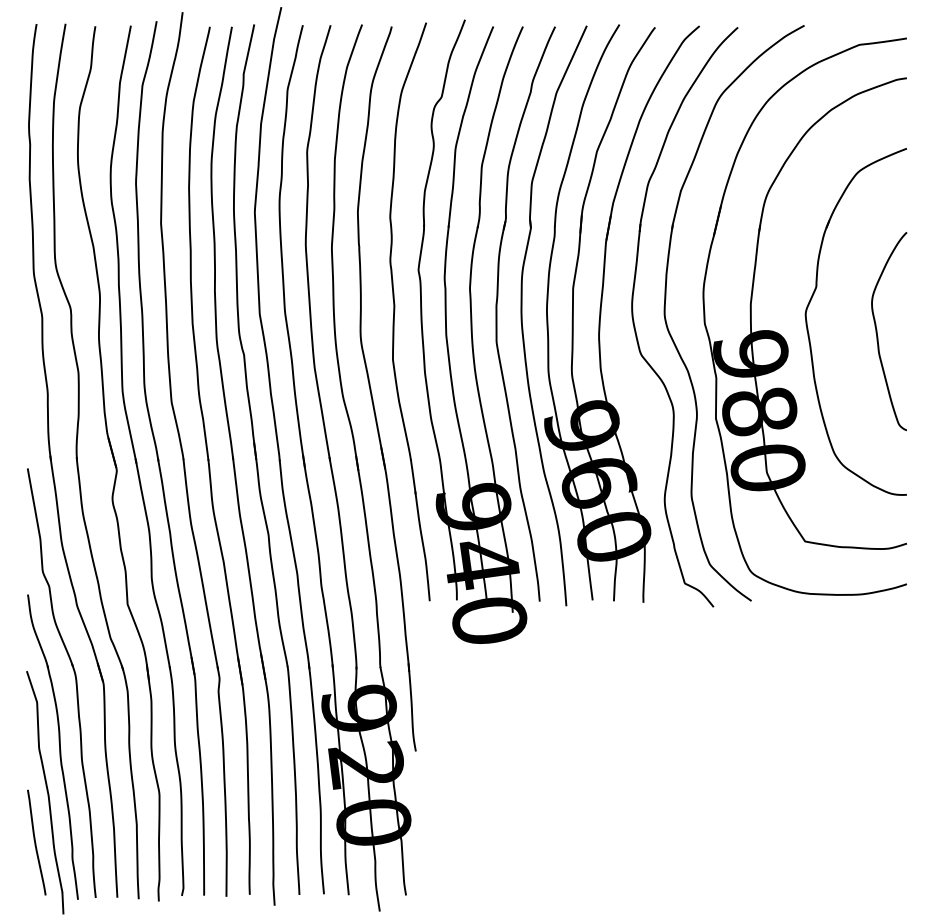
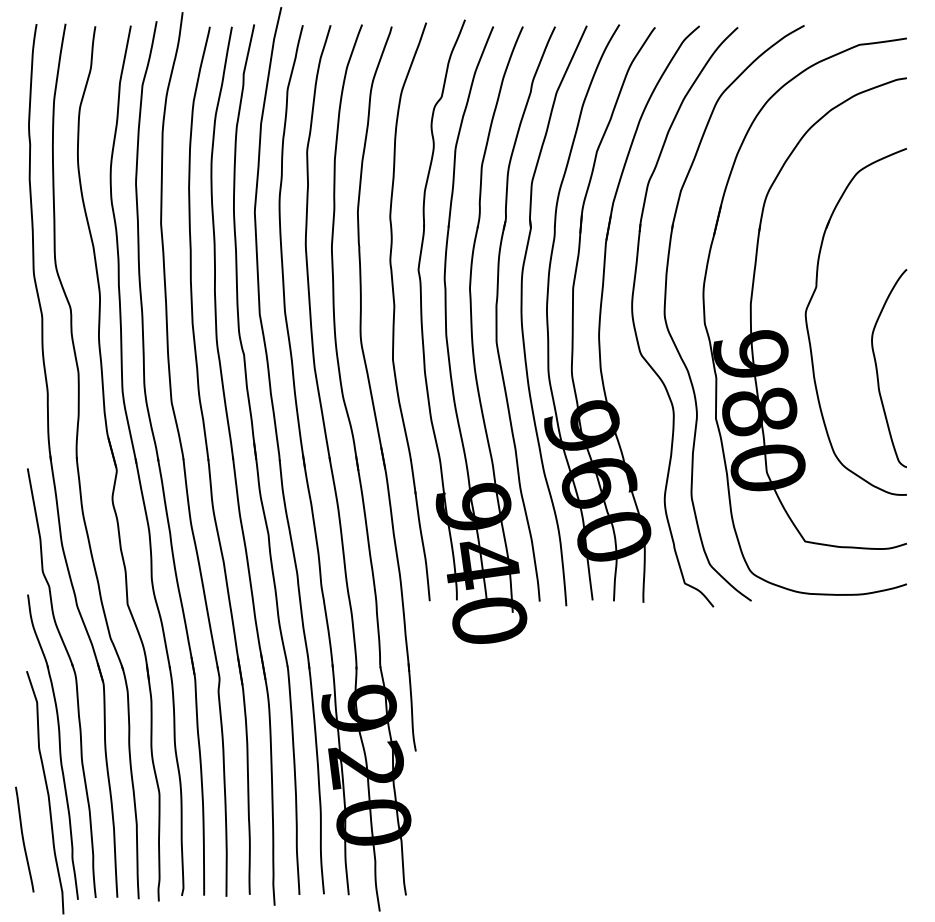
curve at (877, 331) position: (877, 331) -> (877, 368)
curve at (36, 842) position: (36, 842) -> (24, 839)
